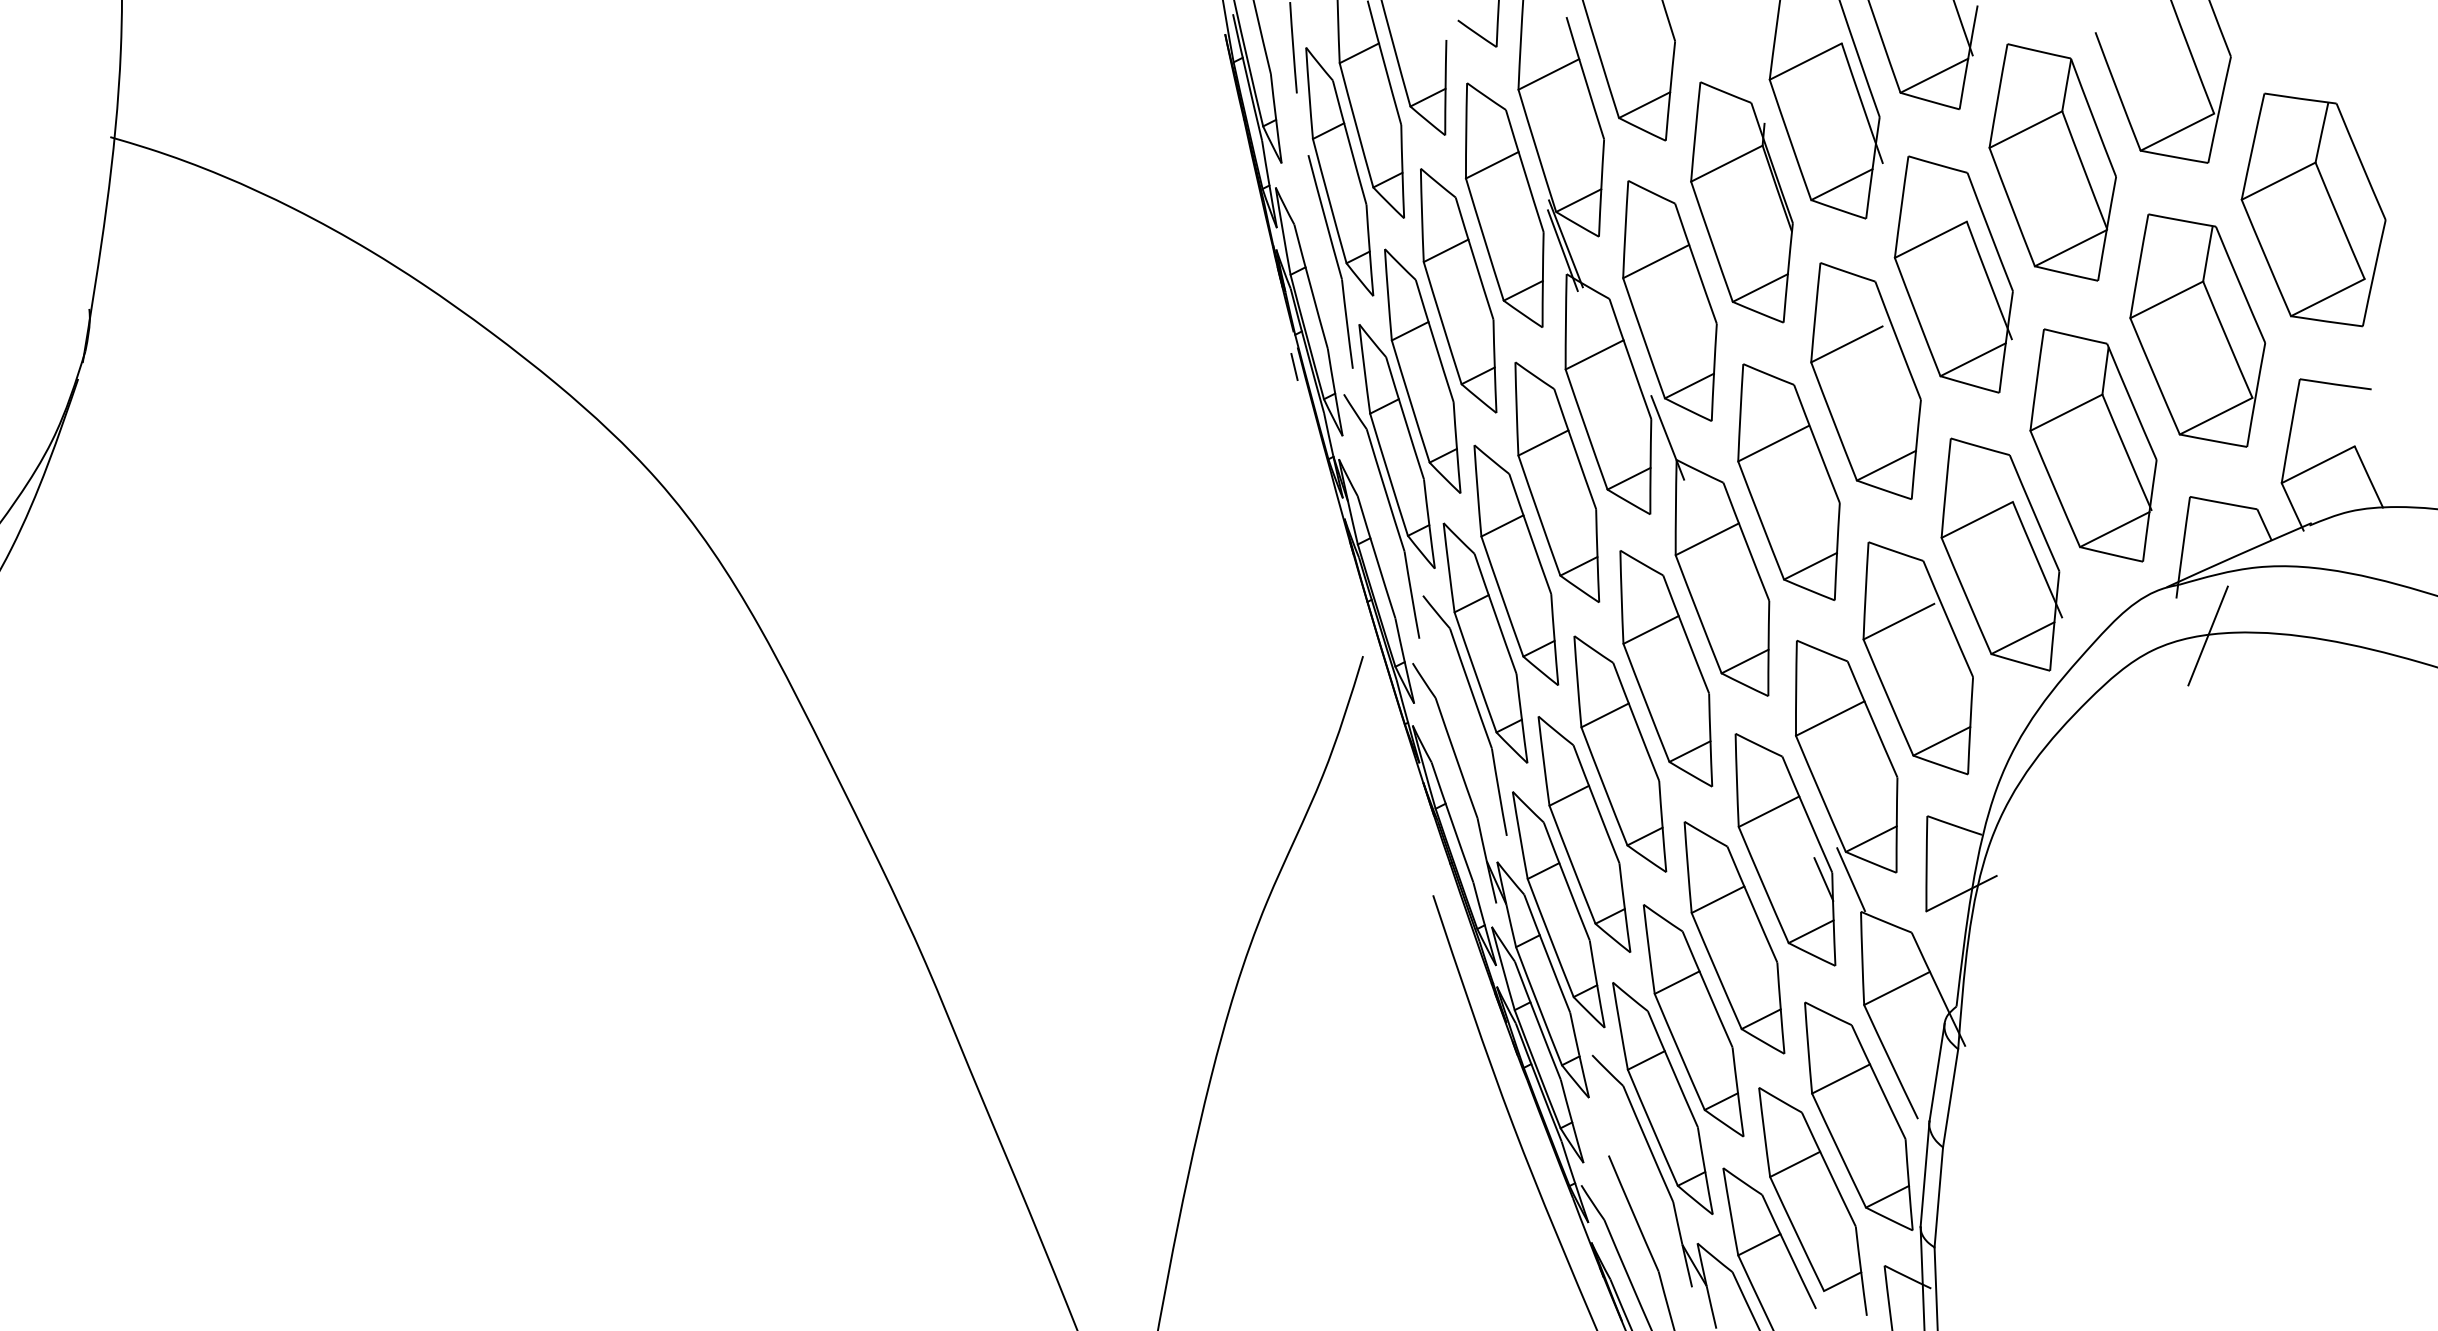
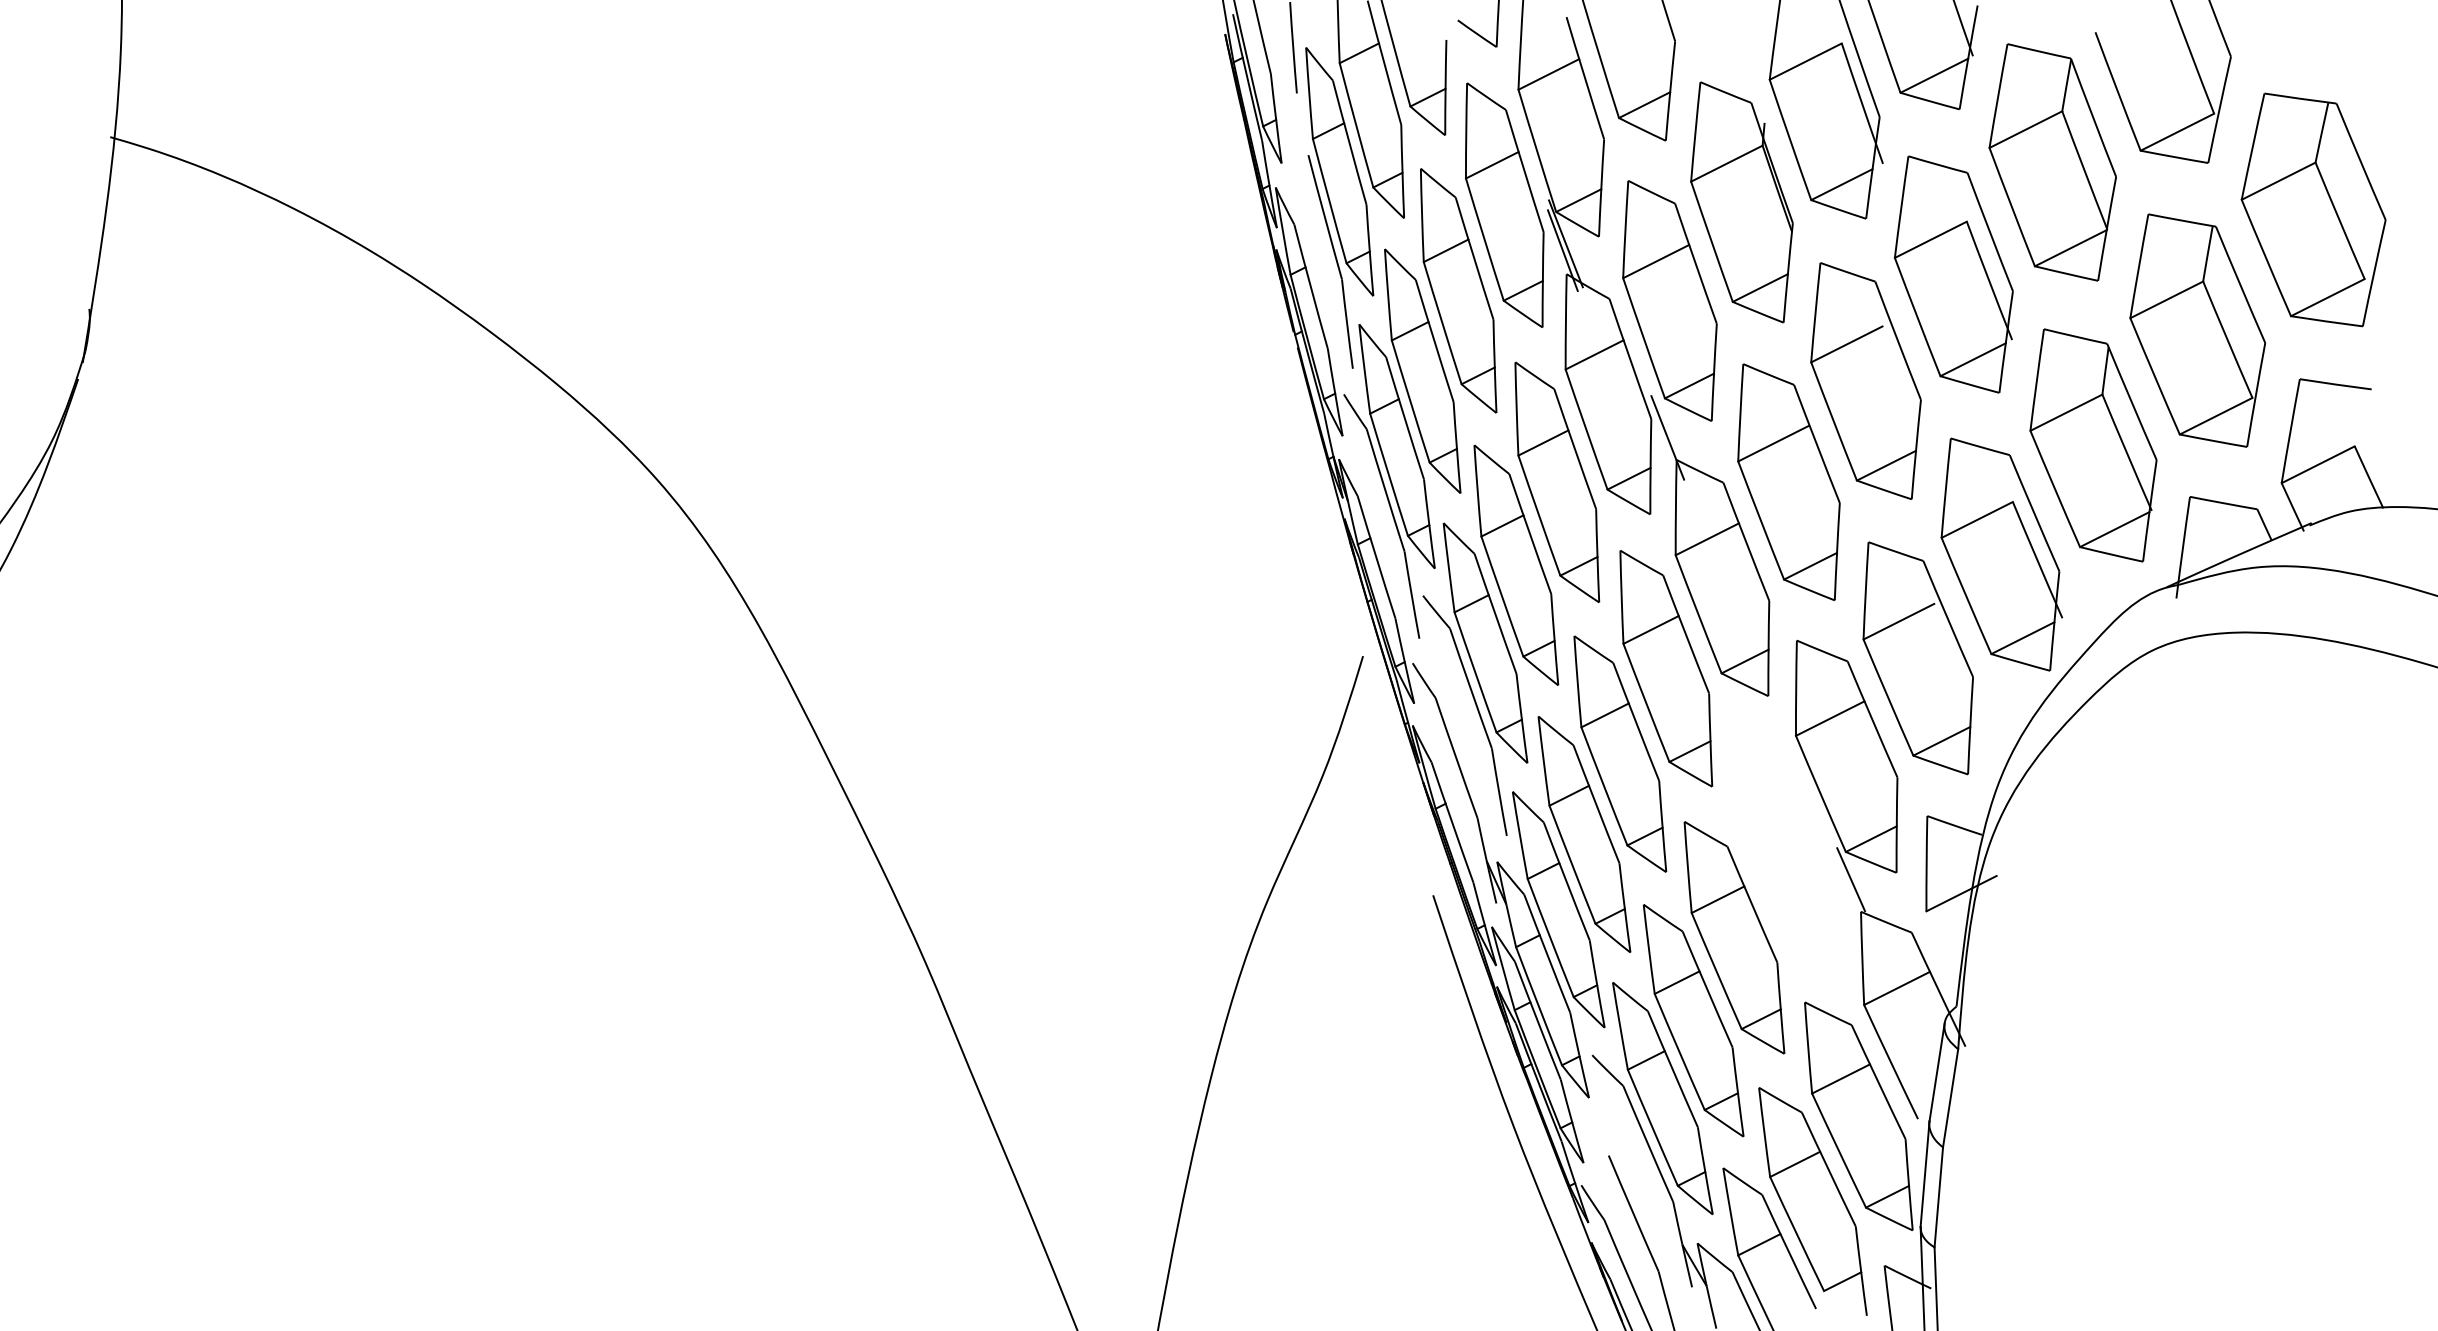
line at (1294, 366): present -> none
line at (2207, 635): present -> none
part at (1785, 849): present -> none
